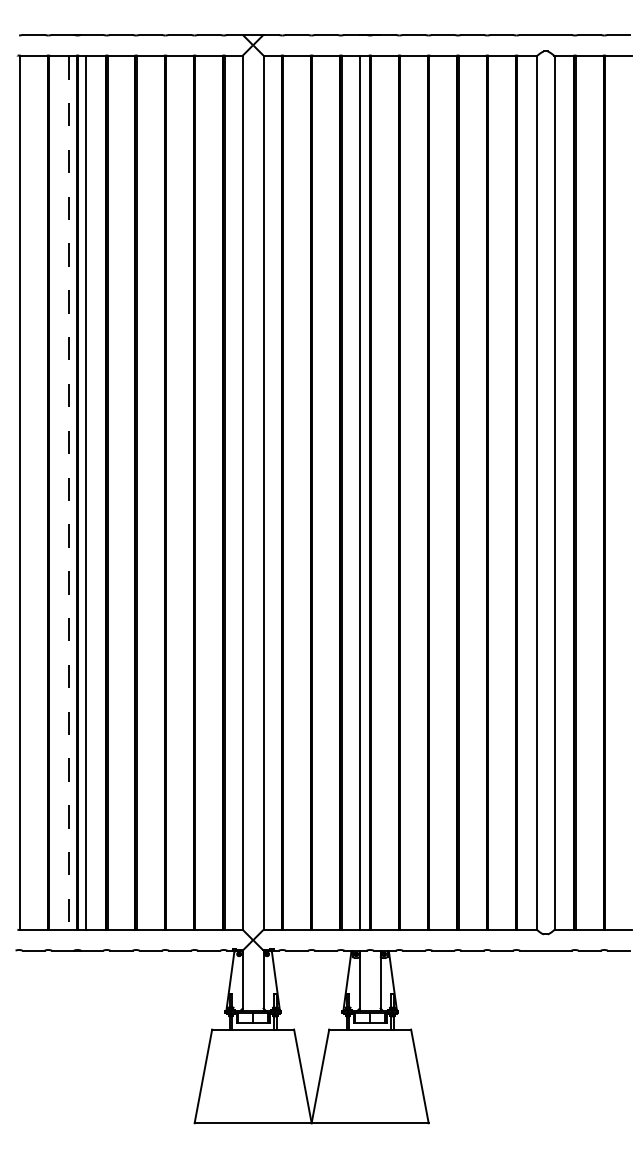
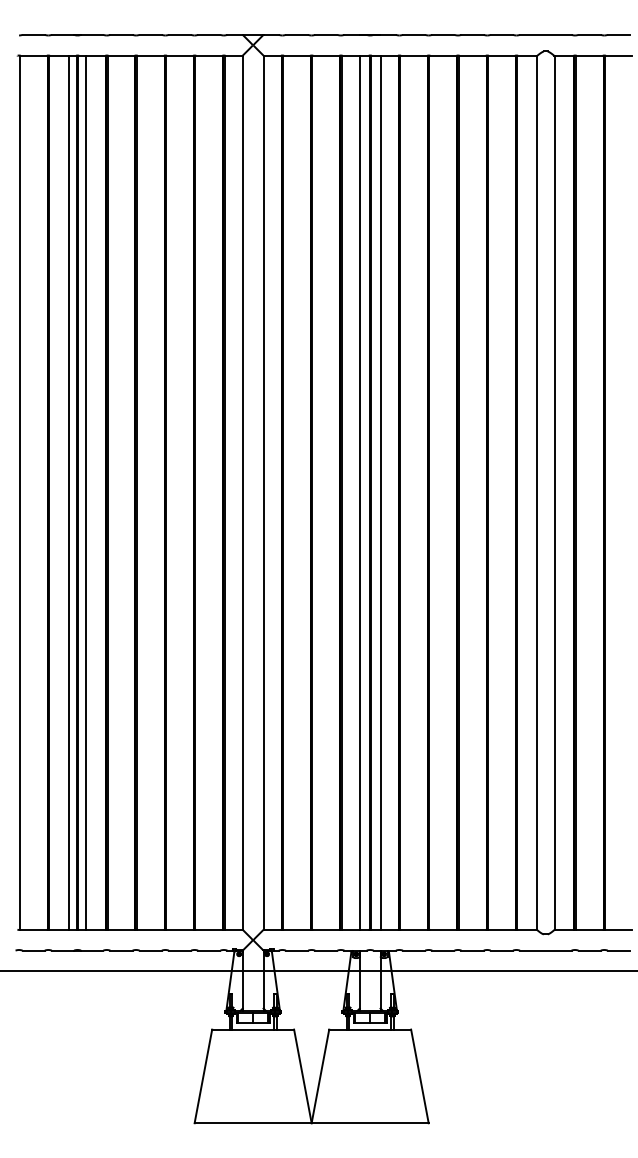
line at (68, 492): dashed -> solid
line at (380, 492): none -> present
line at (318, 971): none -> present
